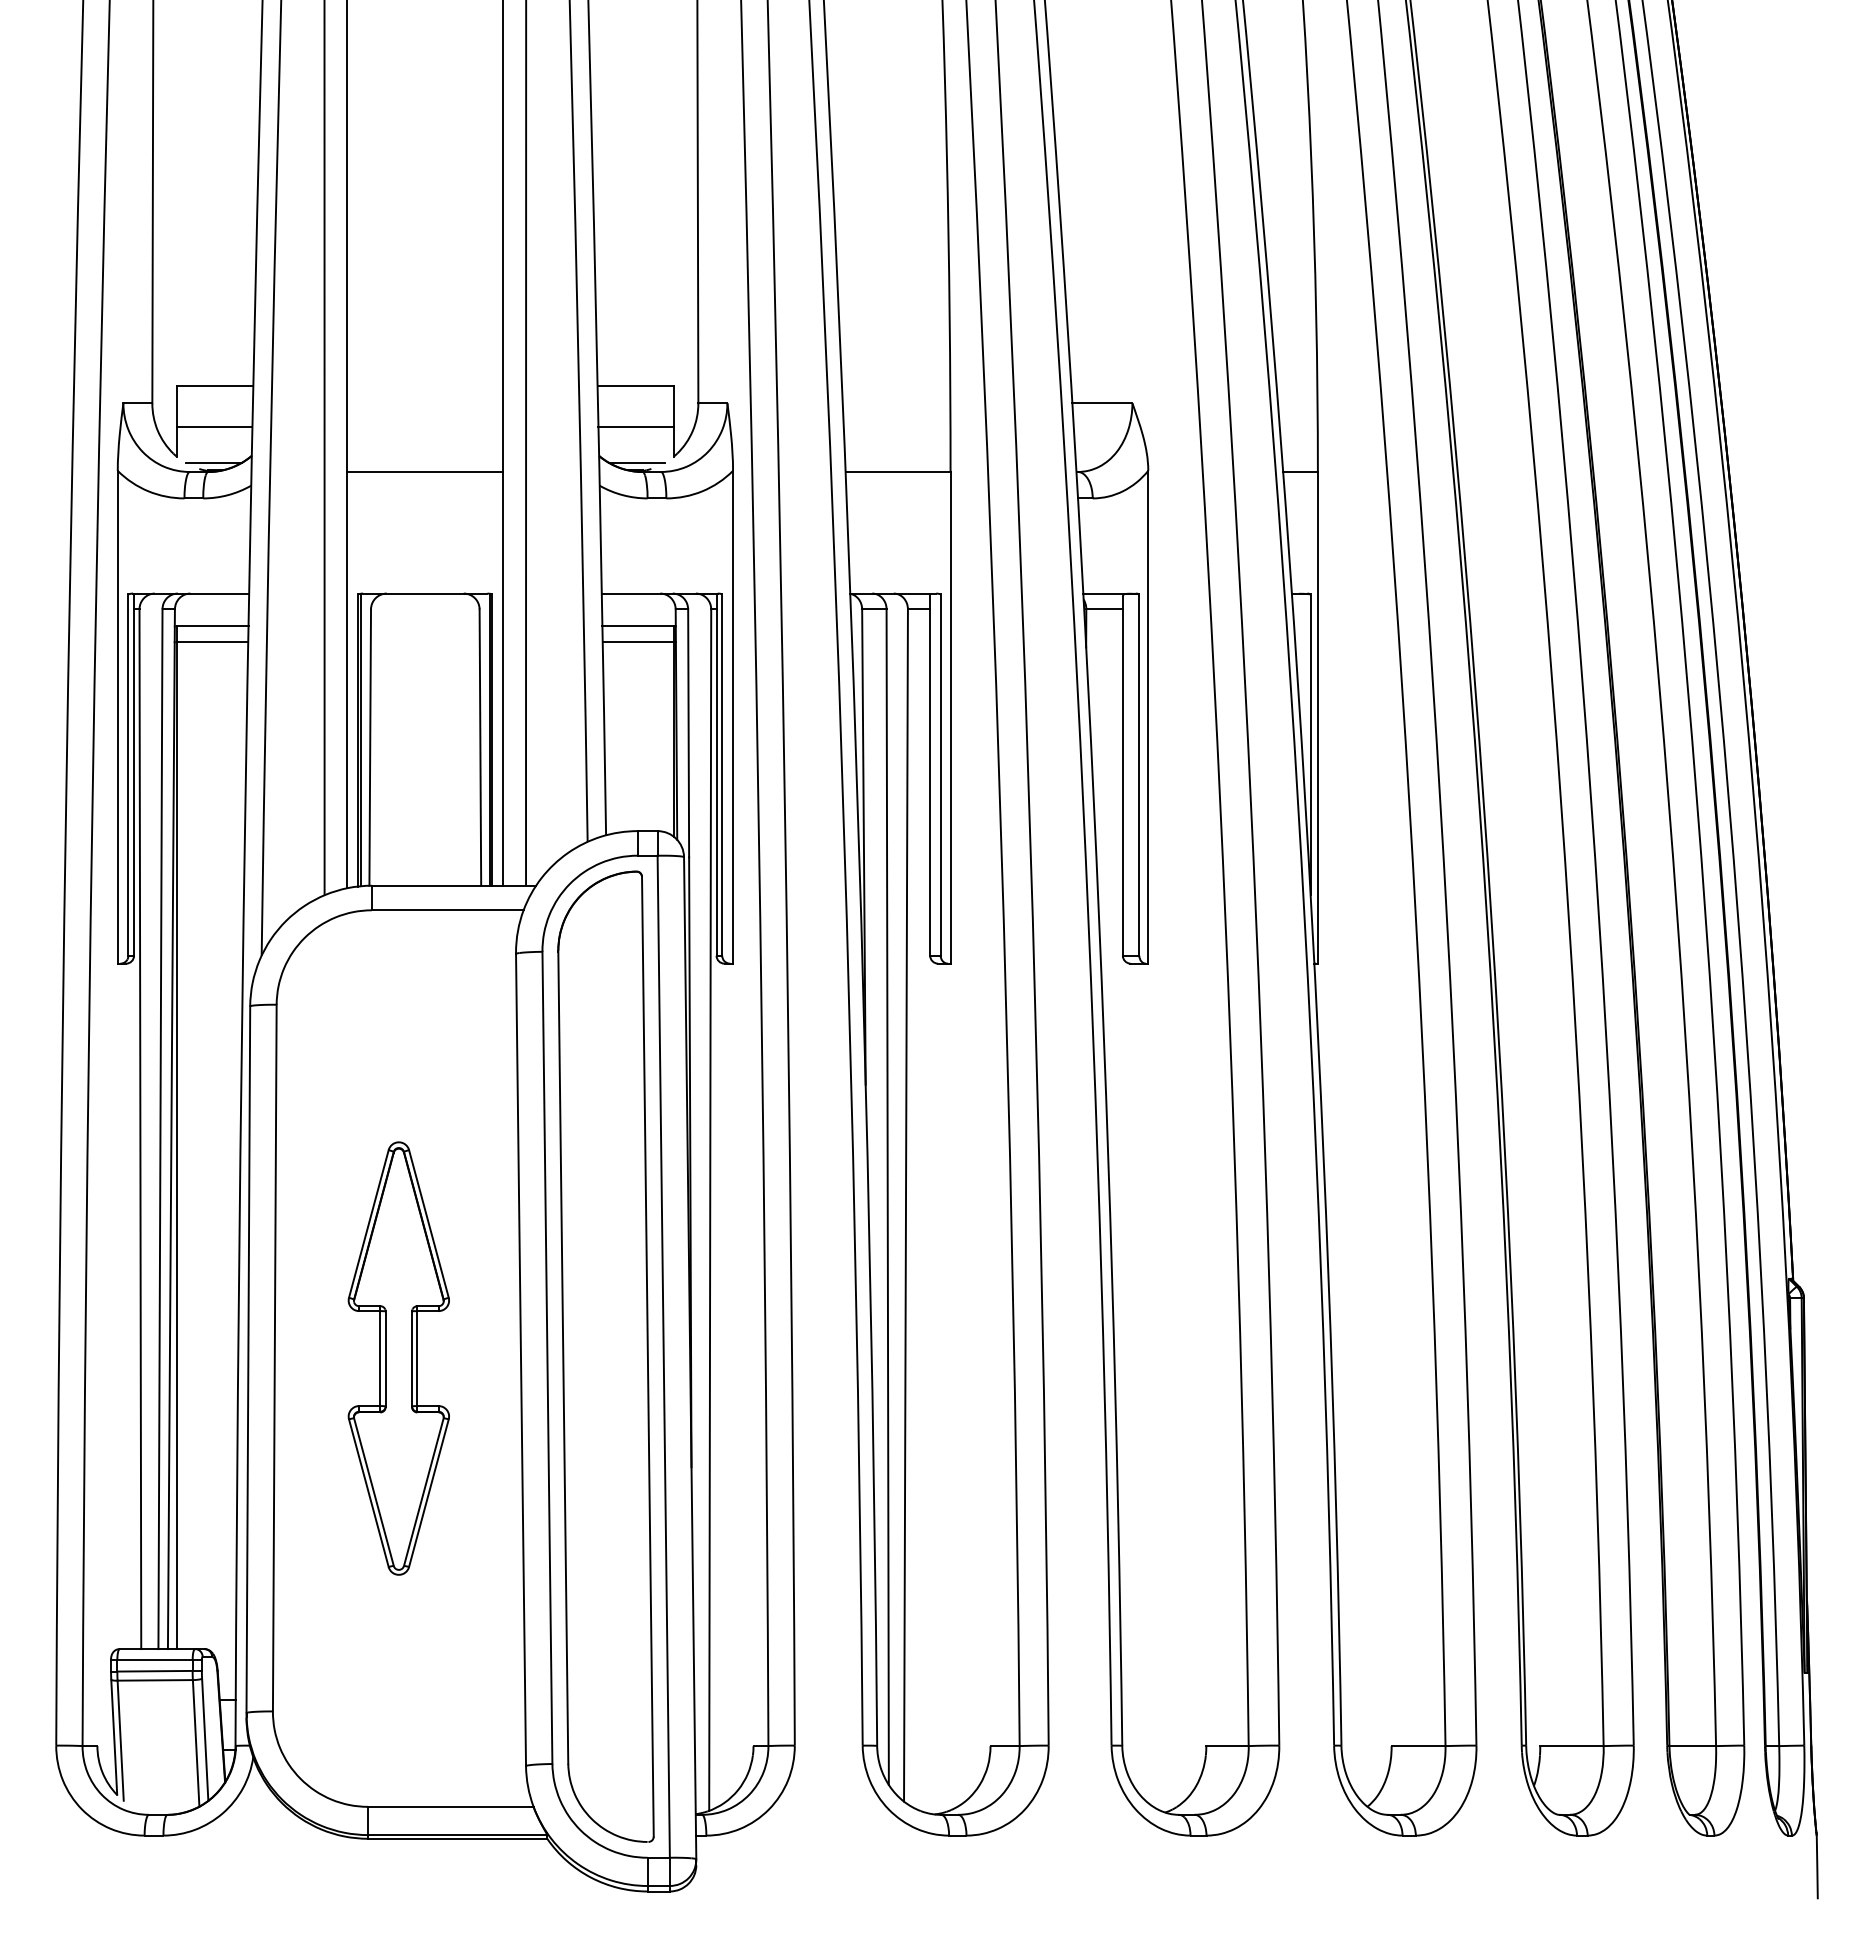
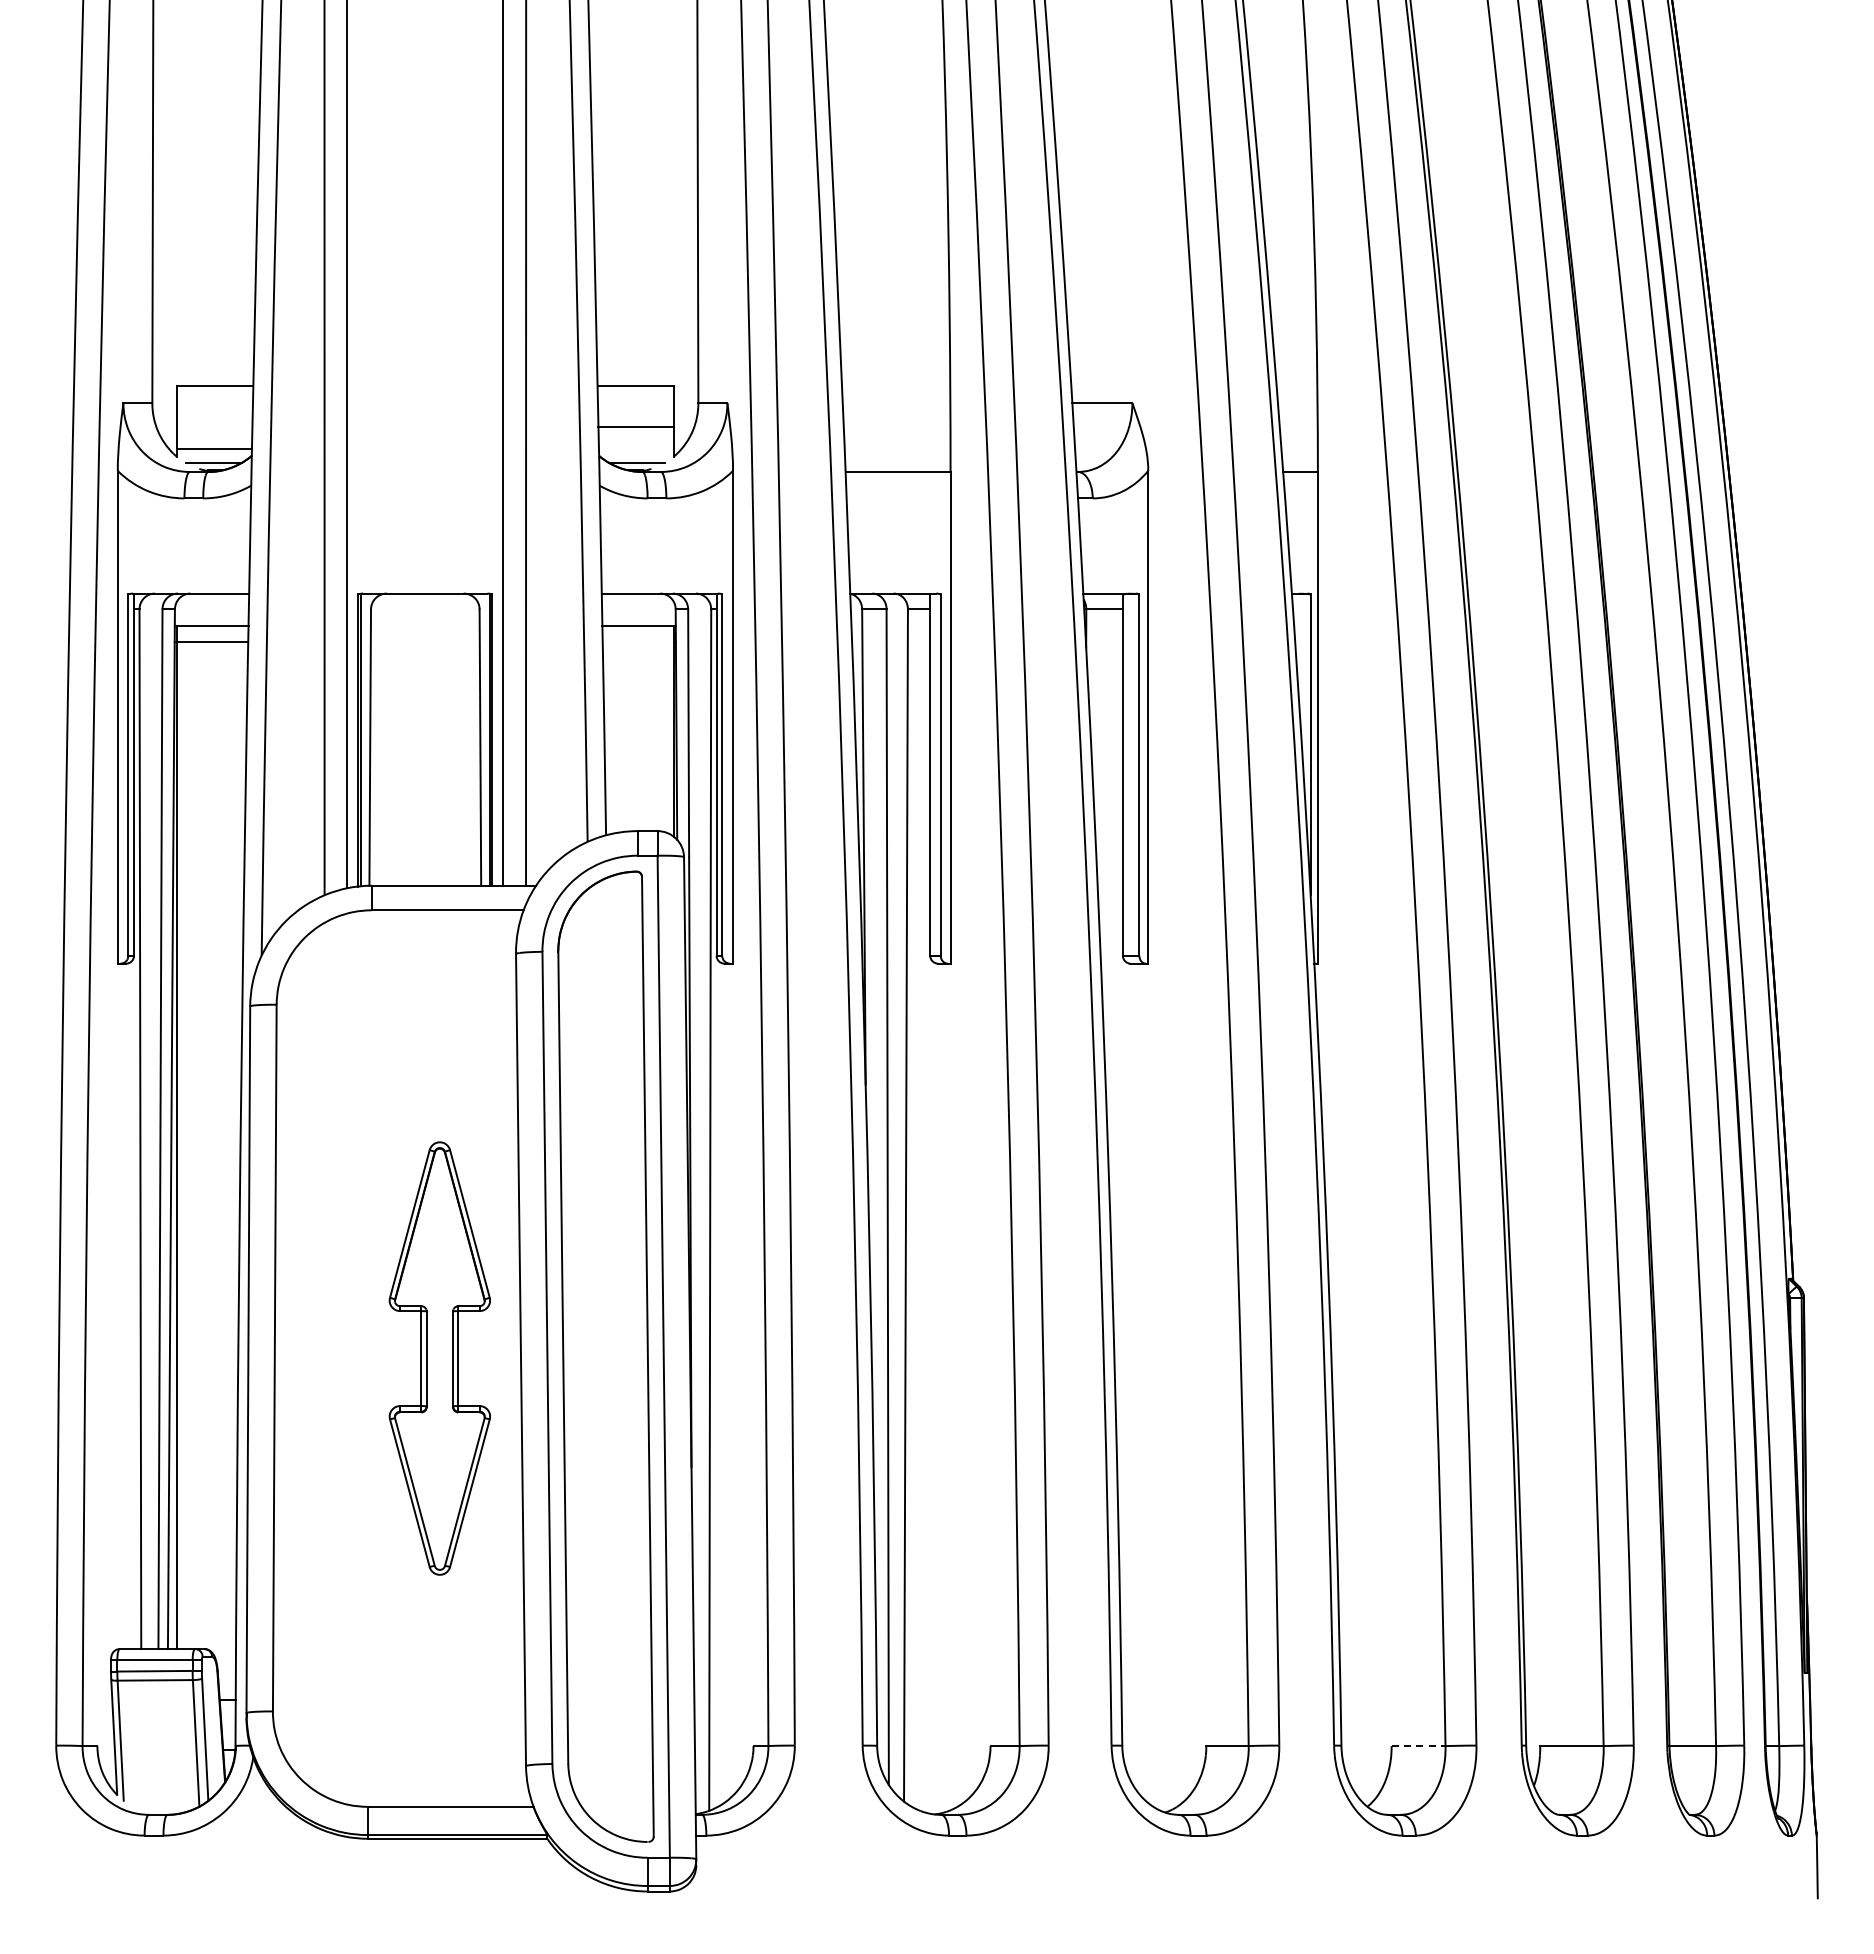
line at (214, 426) position: (214, 426) -> (214, 448)
line at (425, 471): present -> none
line at (637, 642): present -> none
part at (398, 1358) position: (398, 1358) -> (439, 1358)
line at (1418, 1746): solid -> dashed
